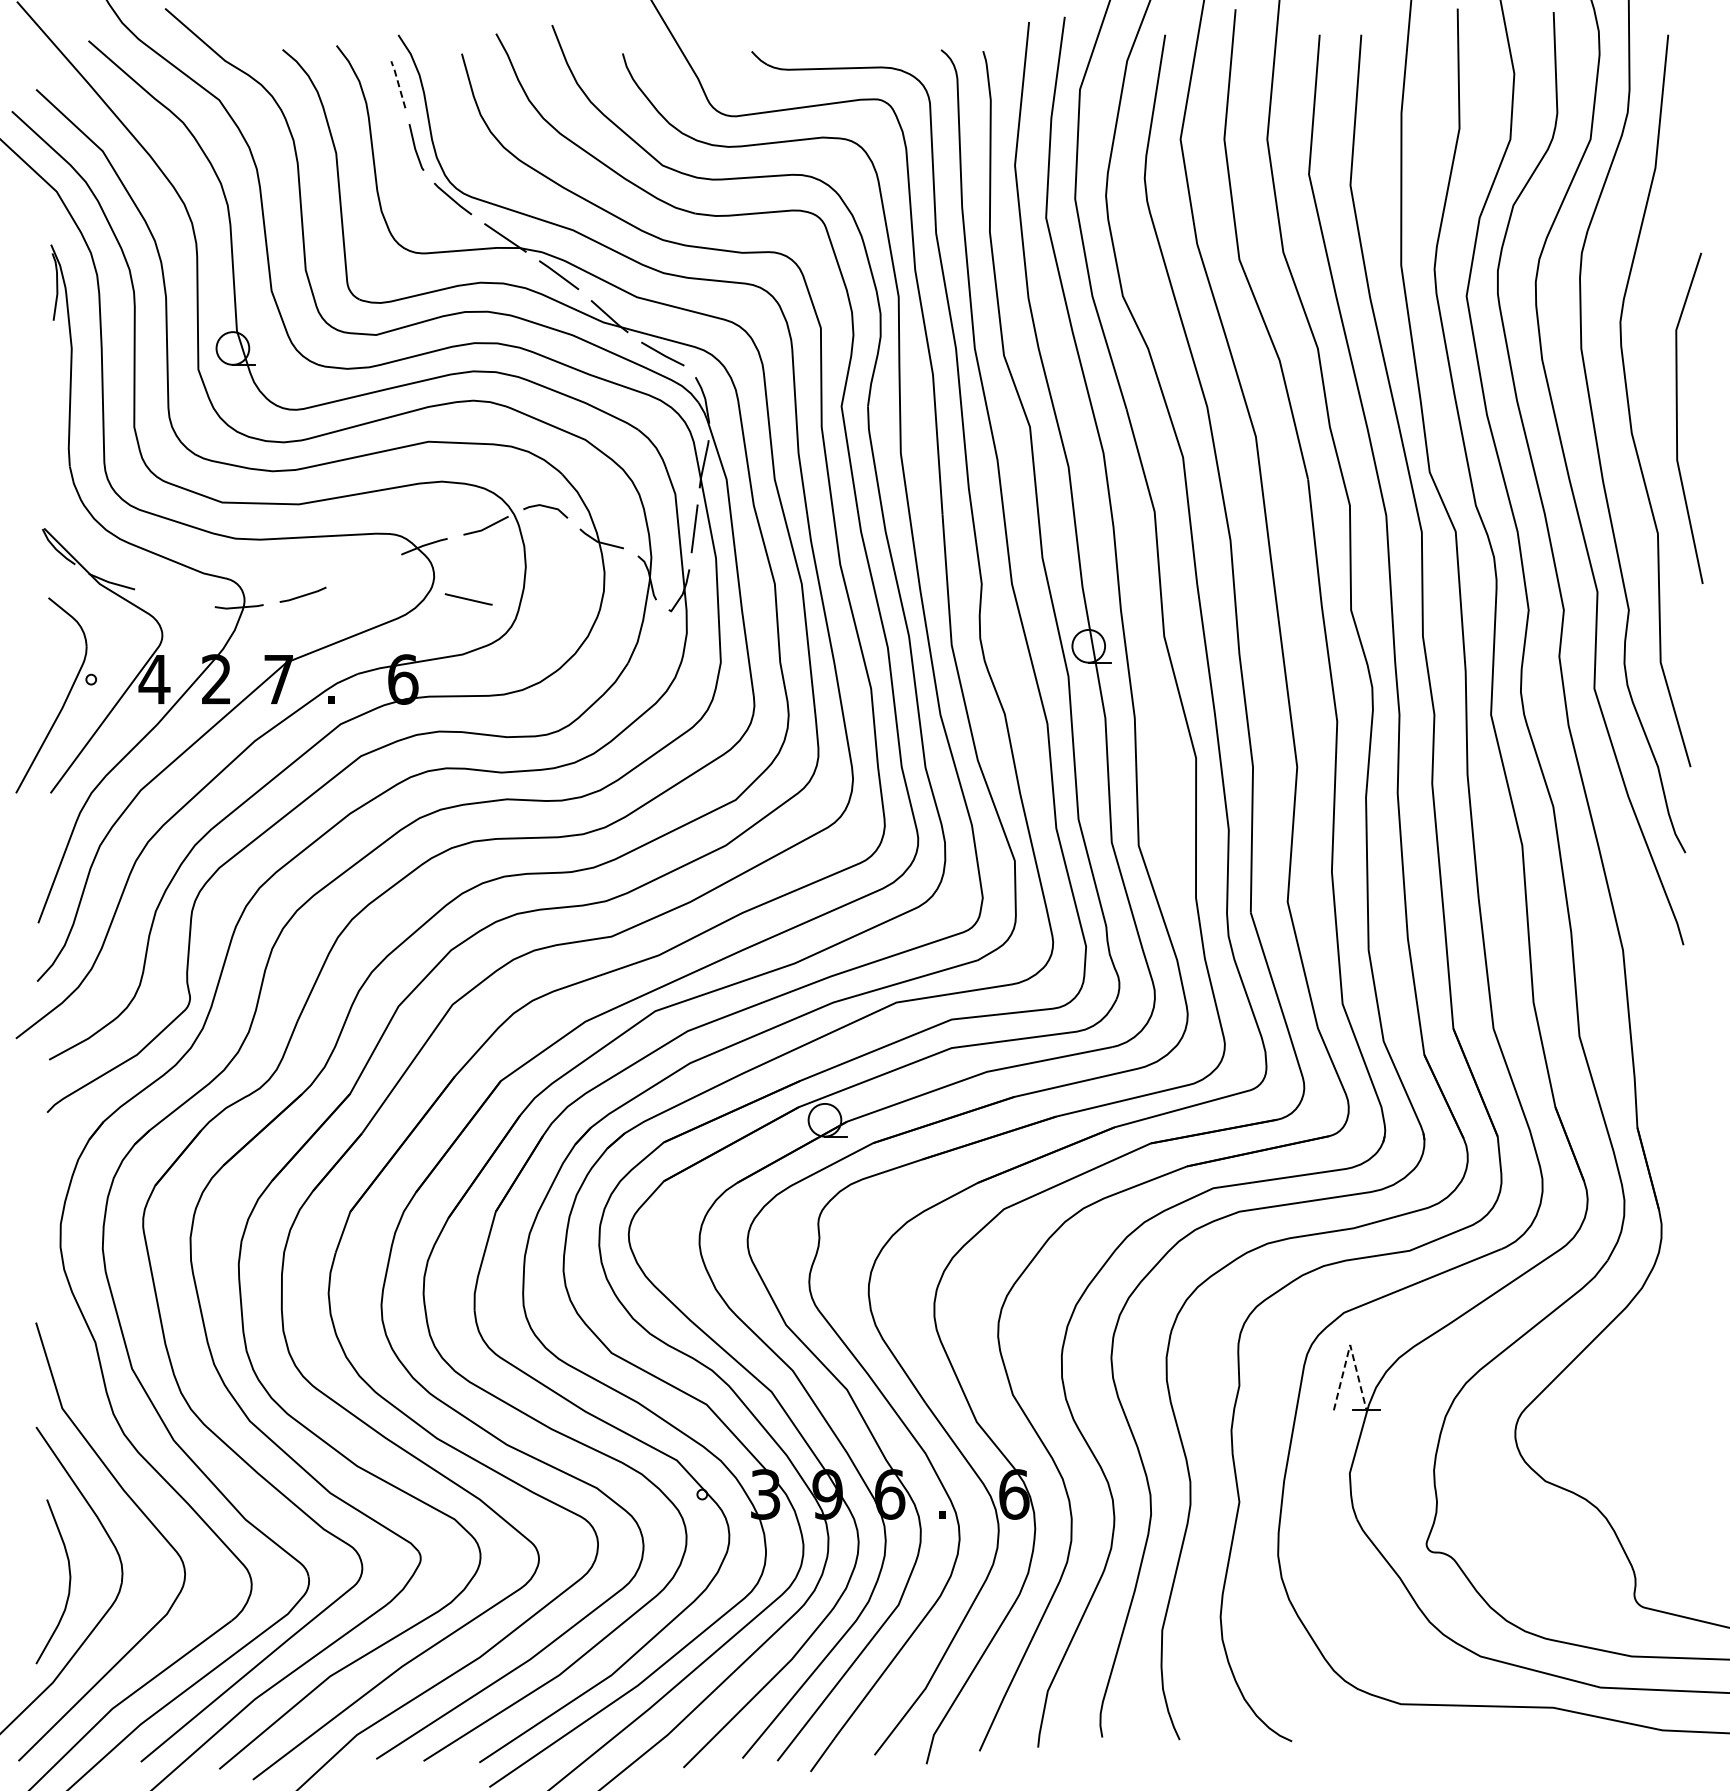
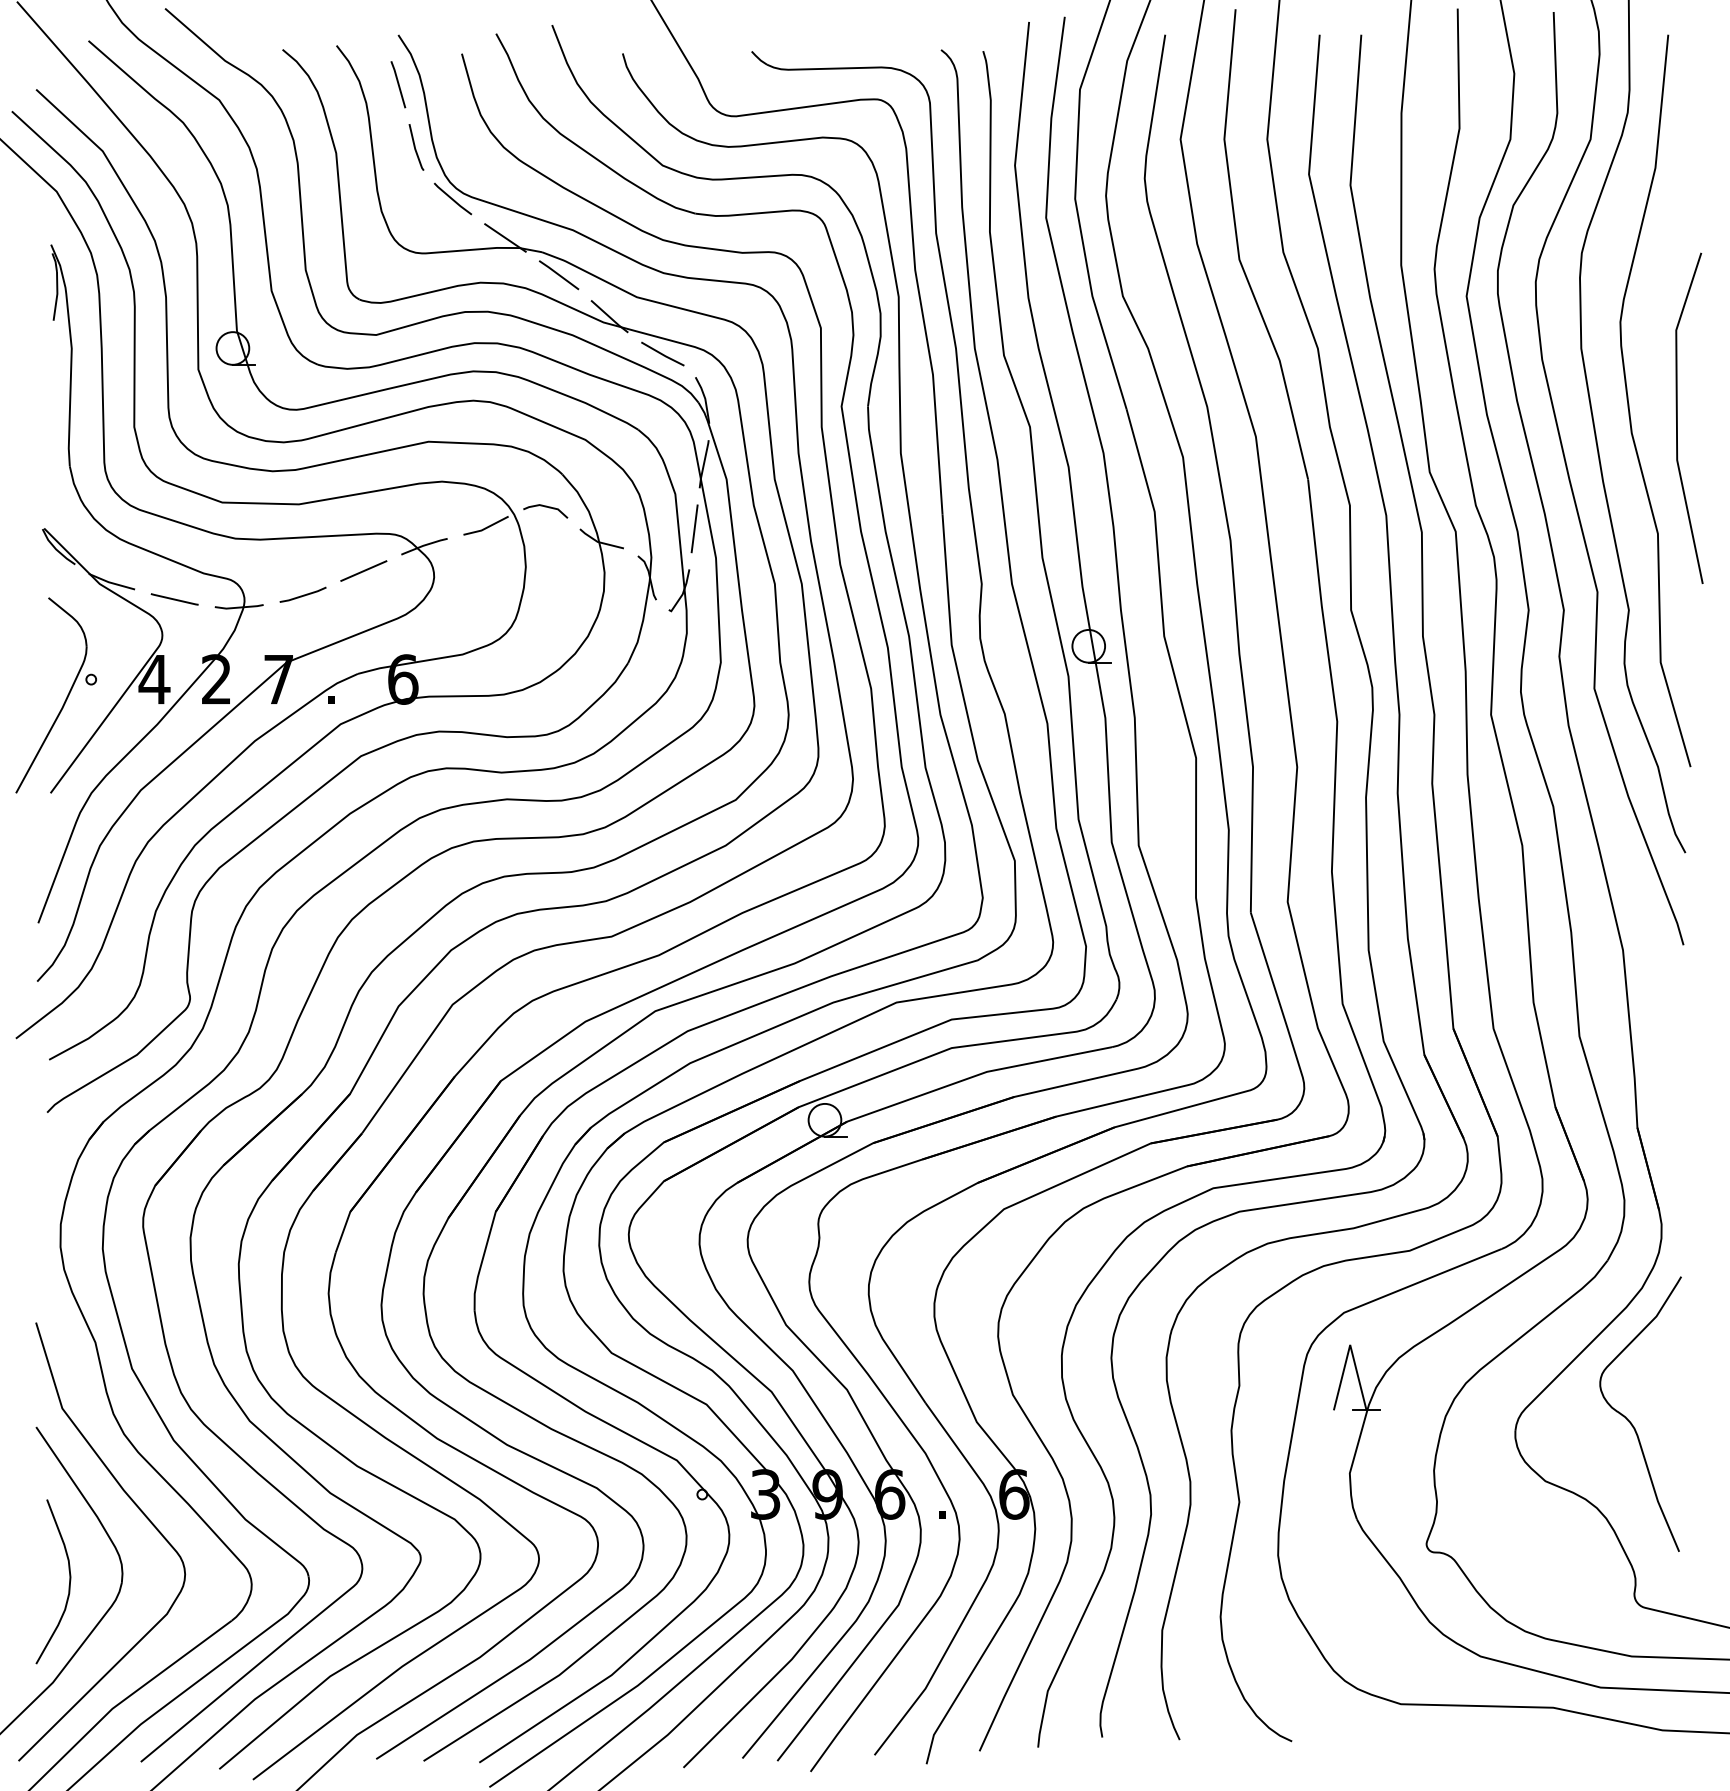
line at (398, 83): dashed -> solid
line at (363, 570): none -> present
line at (468, 599) position: (468, 599) -> (174, 599)
line at (1350, 1344): dashed -> solid
curve at (1631, 1422): none -> present
